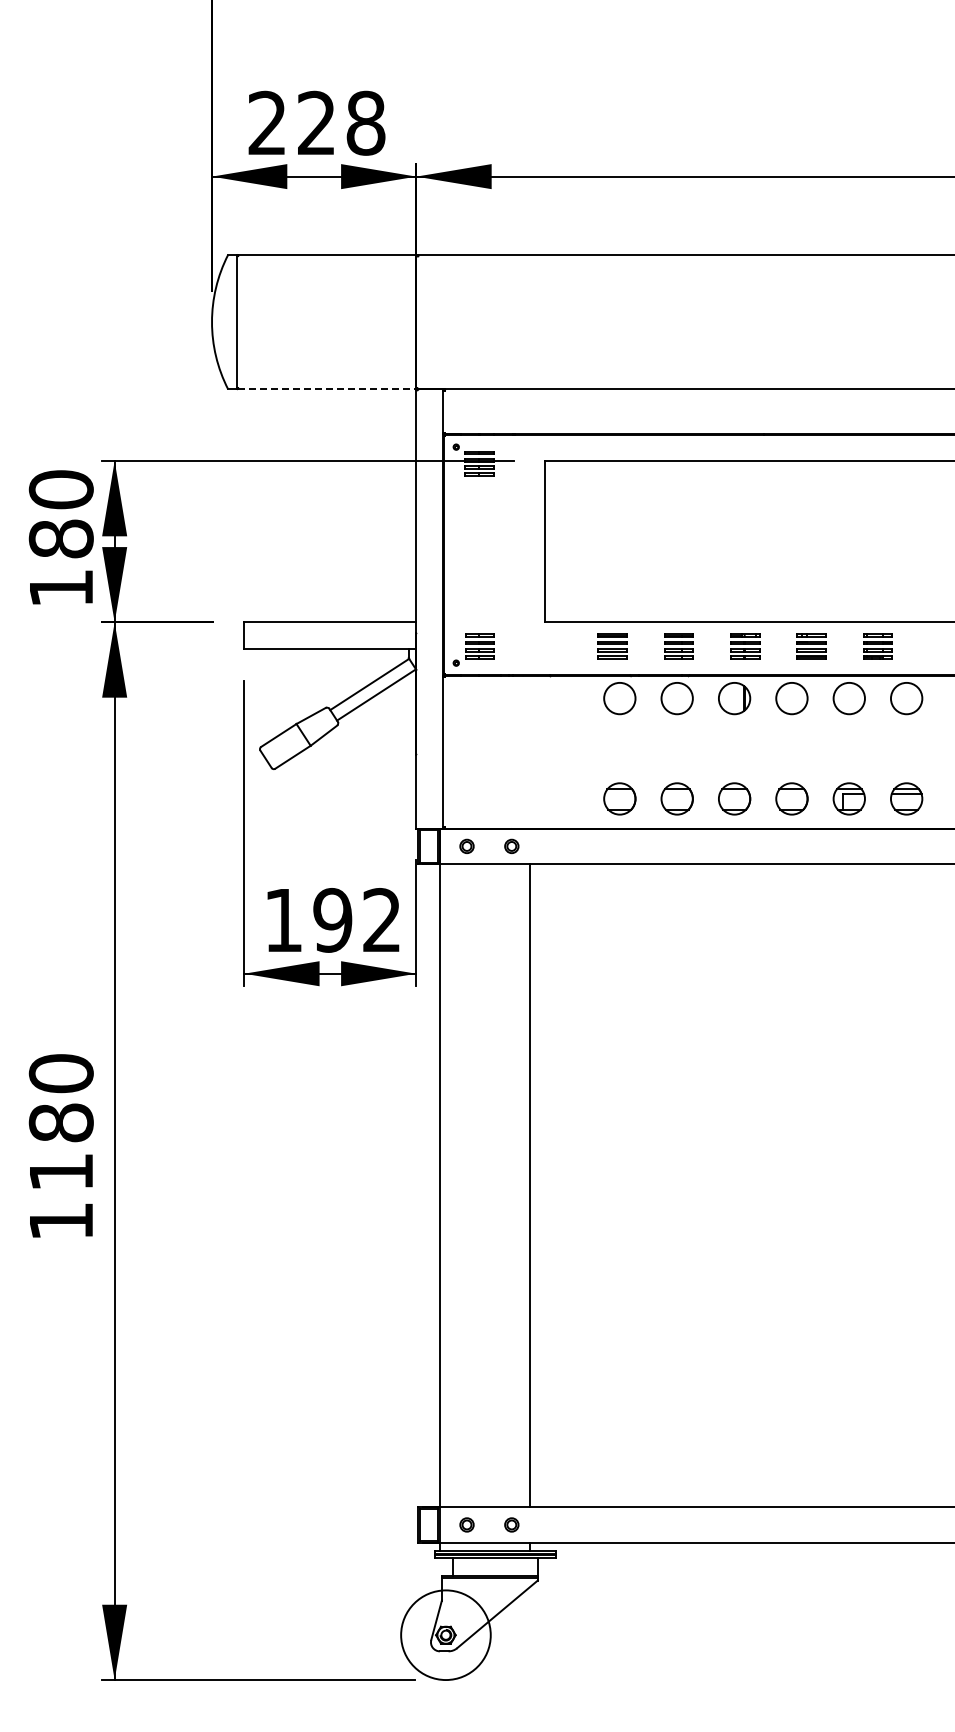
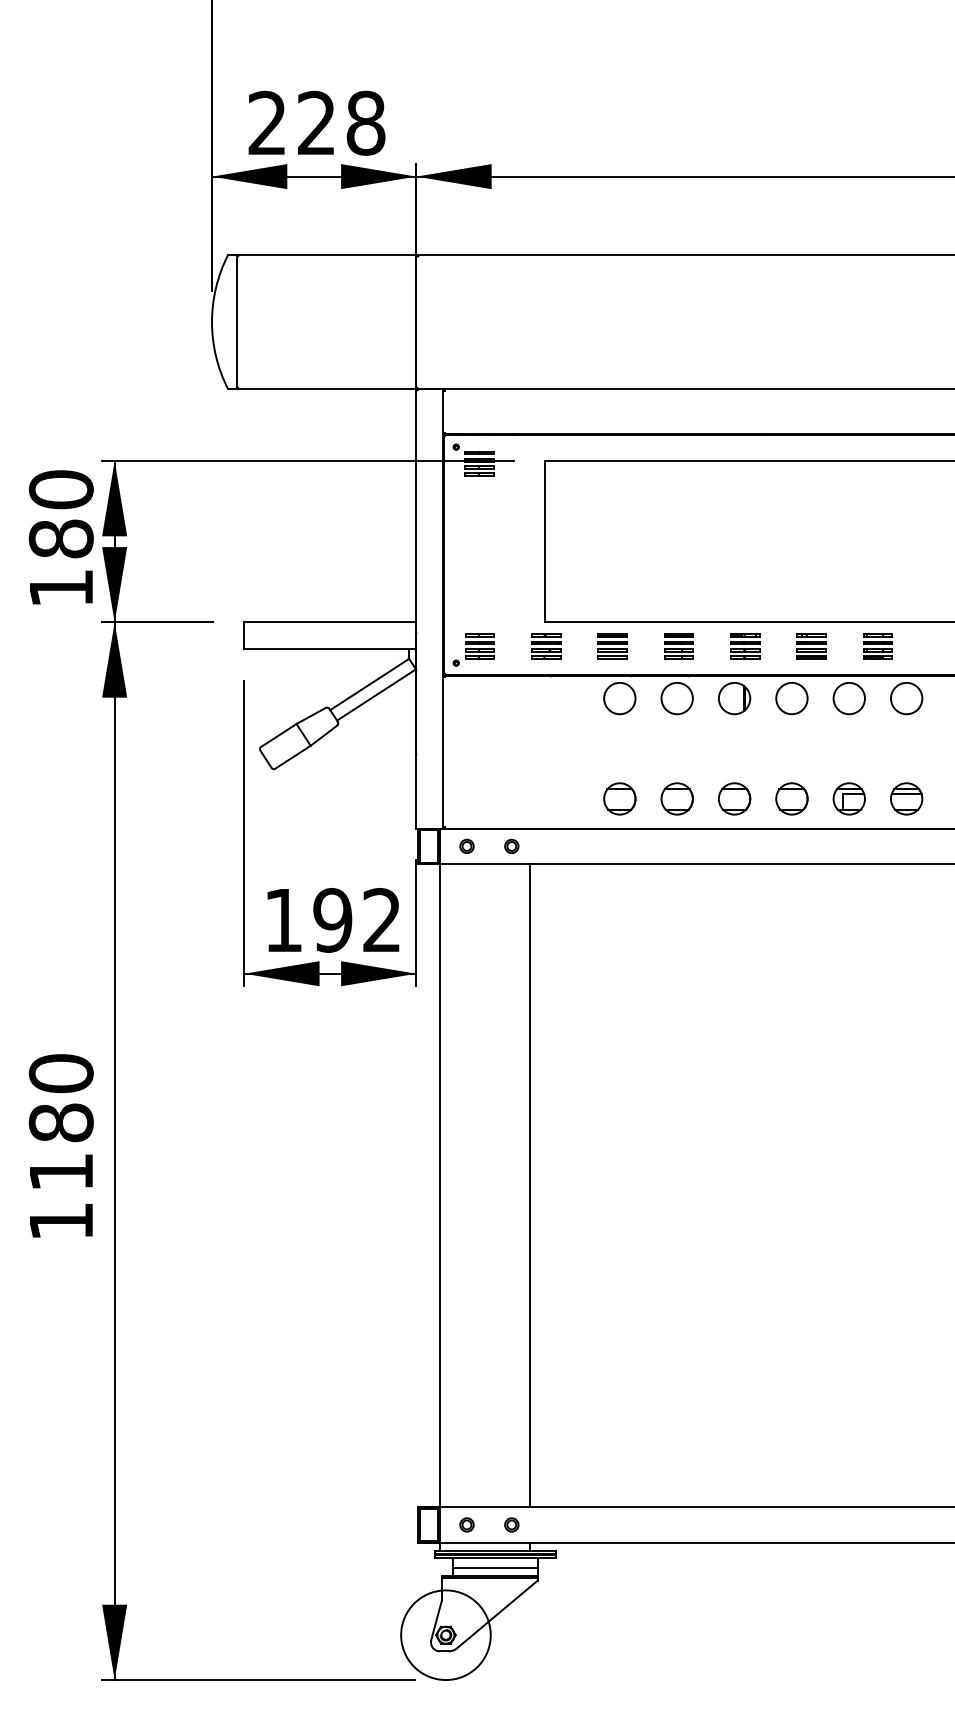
line at (327, 389): dashed -> solid
part at (546, 646): none -> present
line at (494, 1567): none -> present
